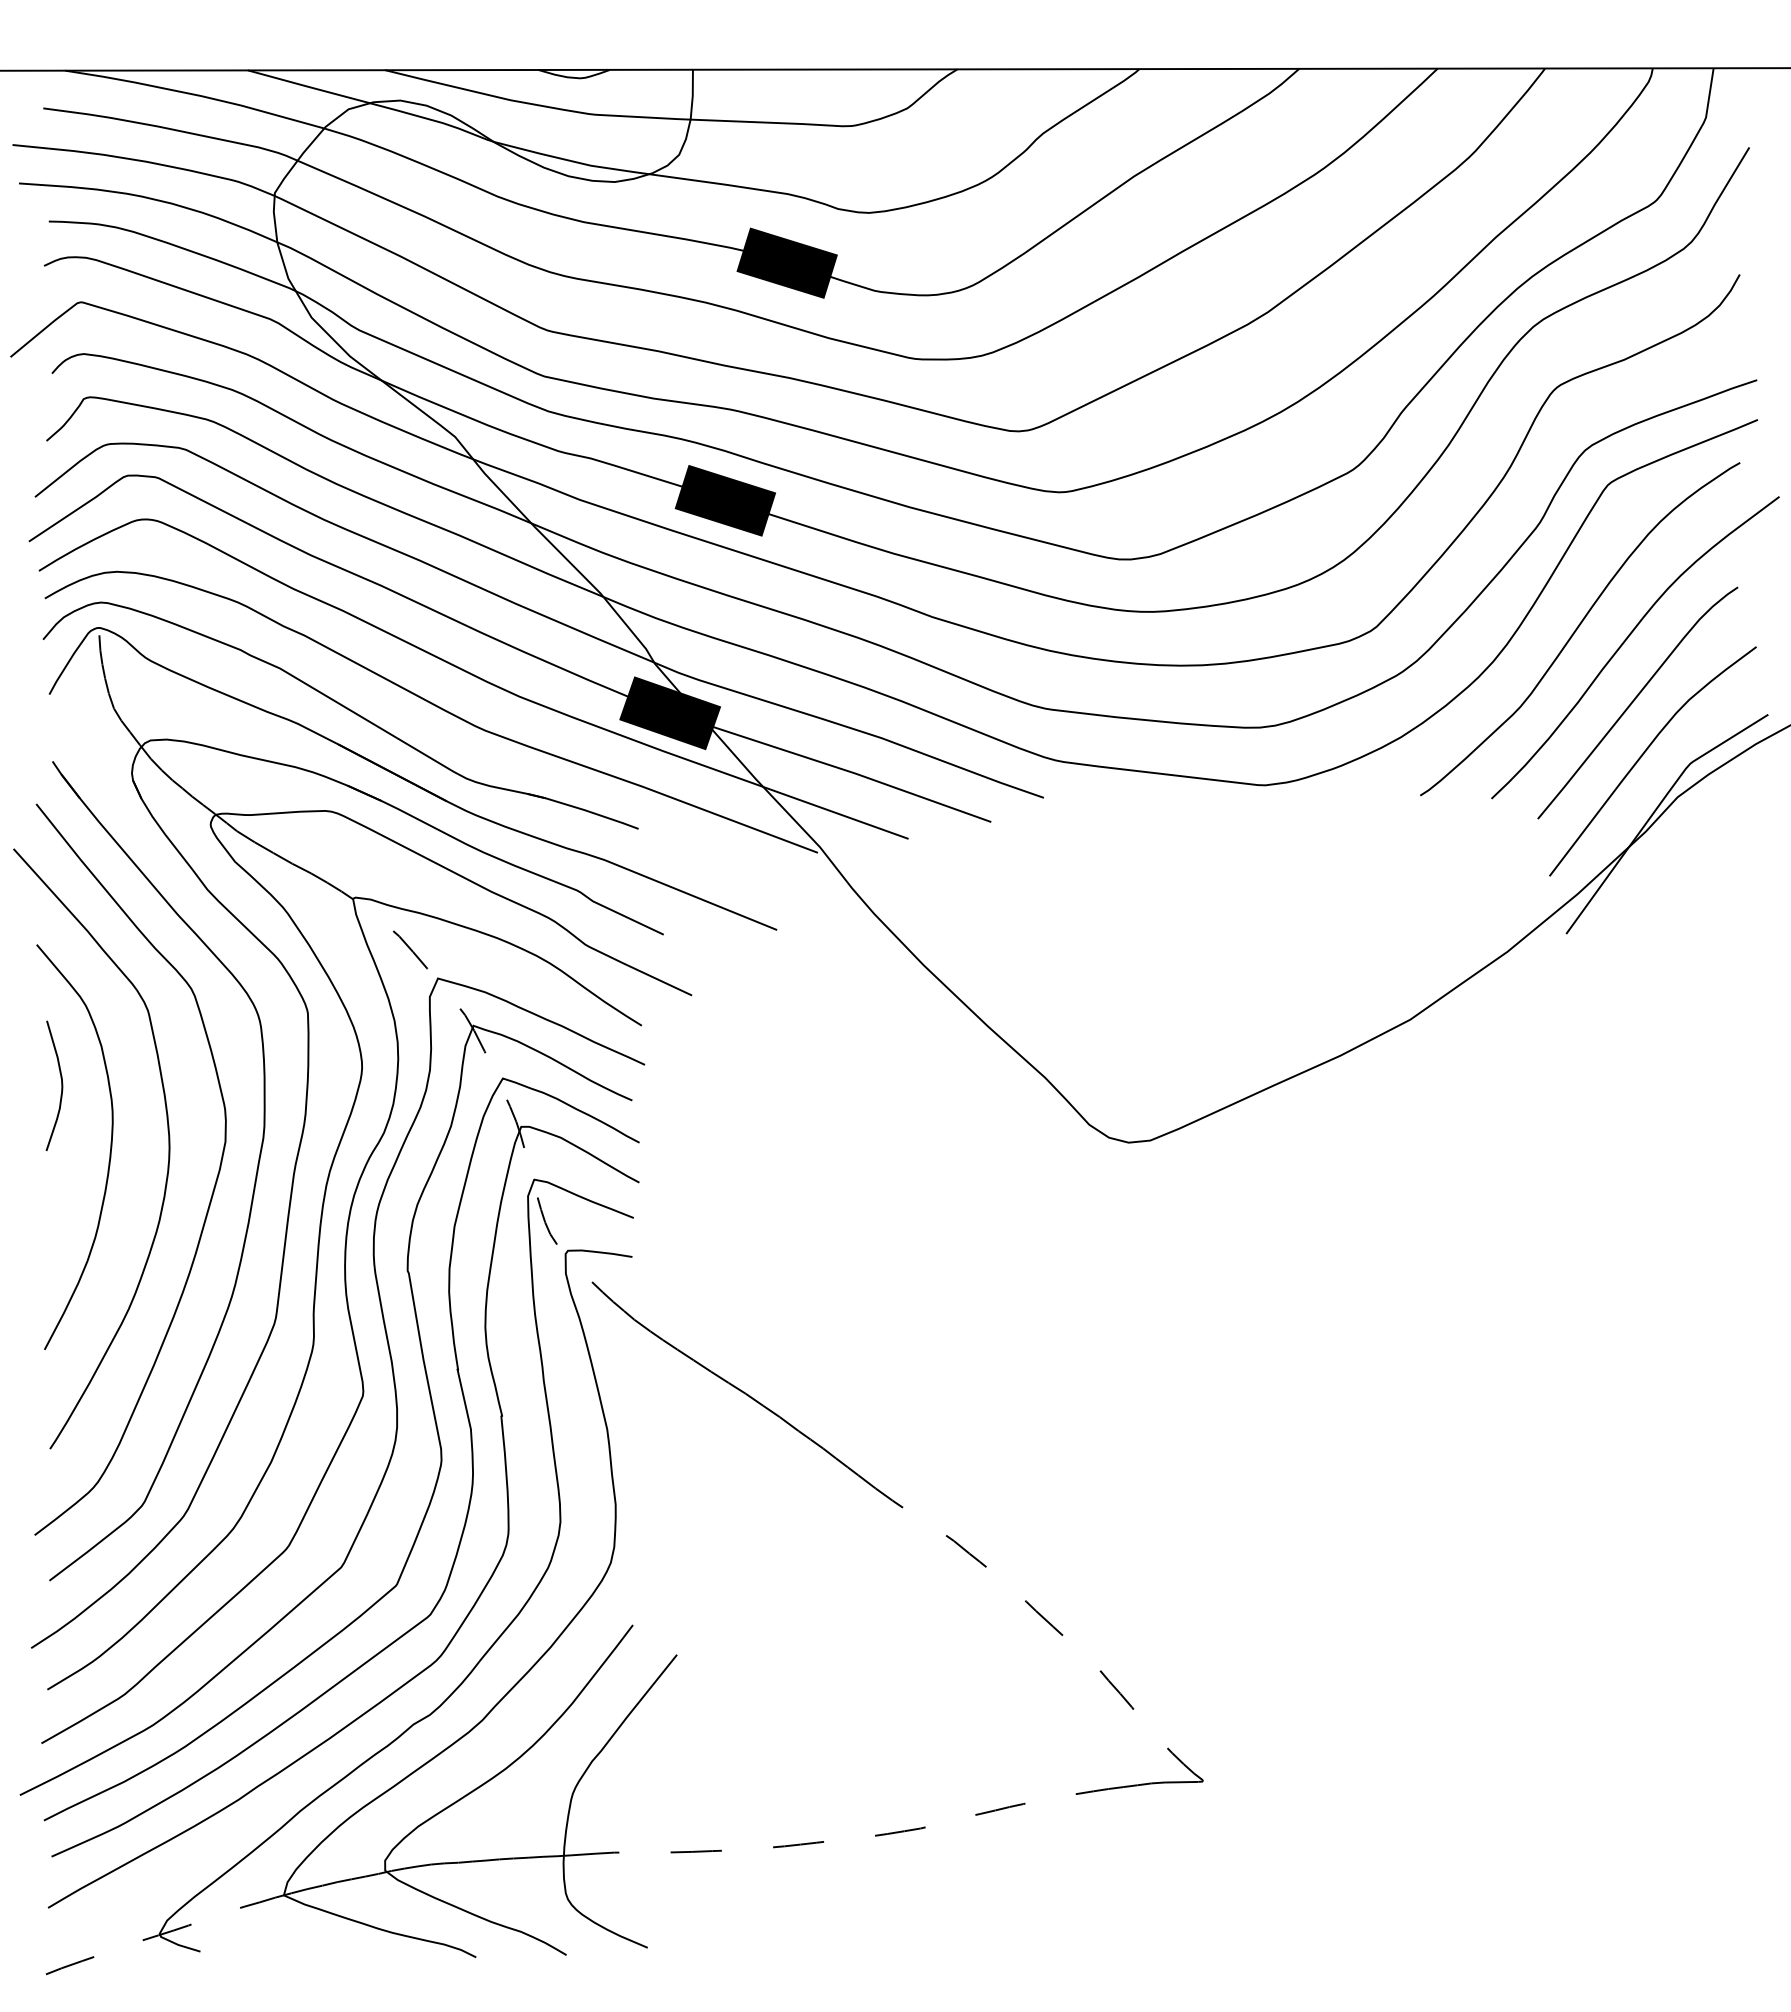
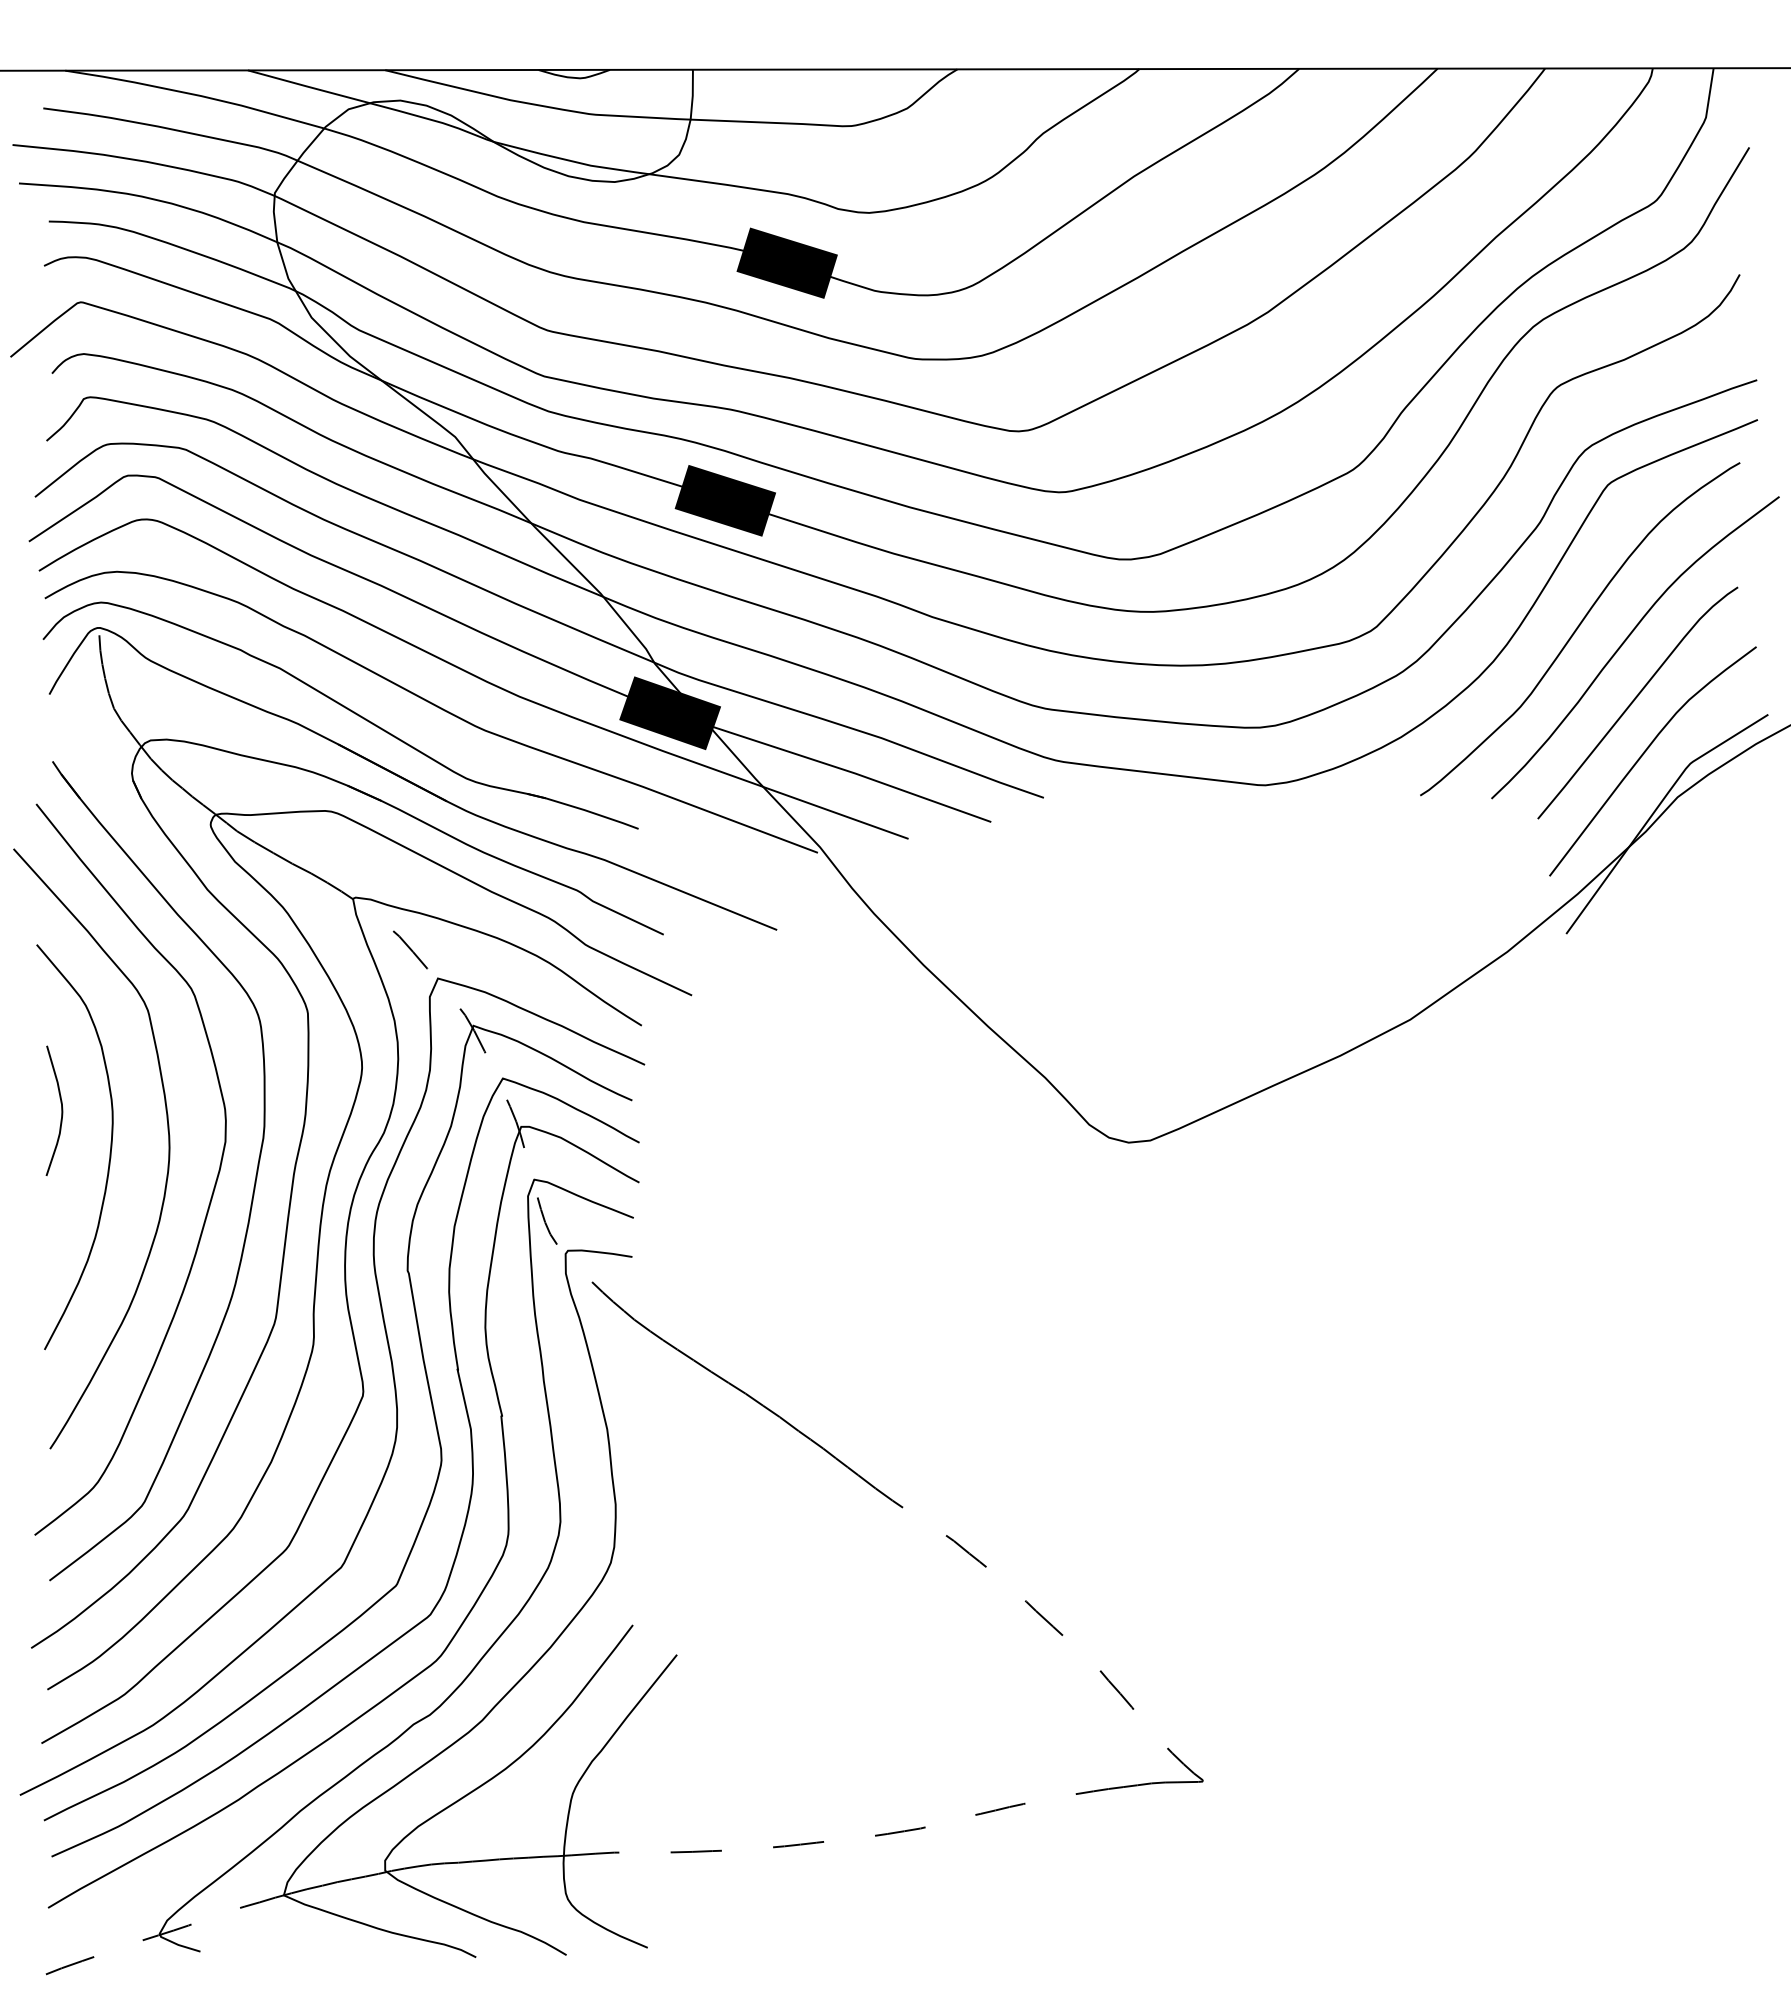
curve at (61, 1085) position: (61, 1085) -> (61, 1110)
